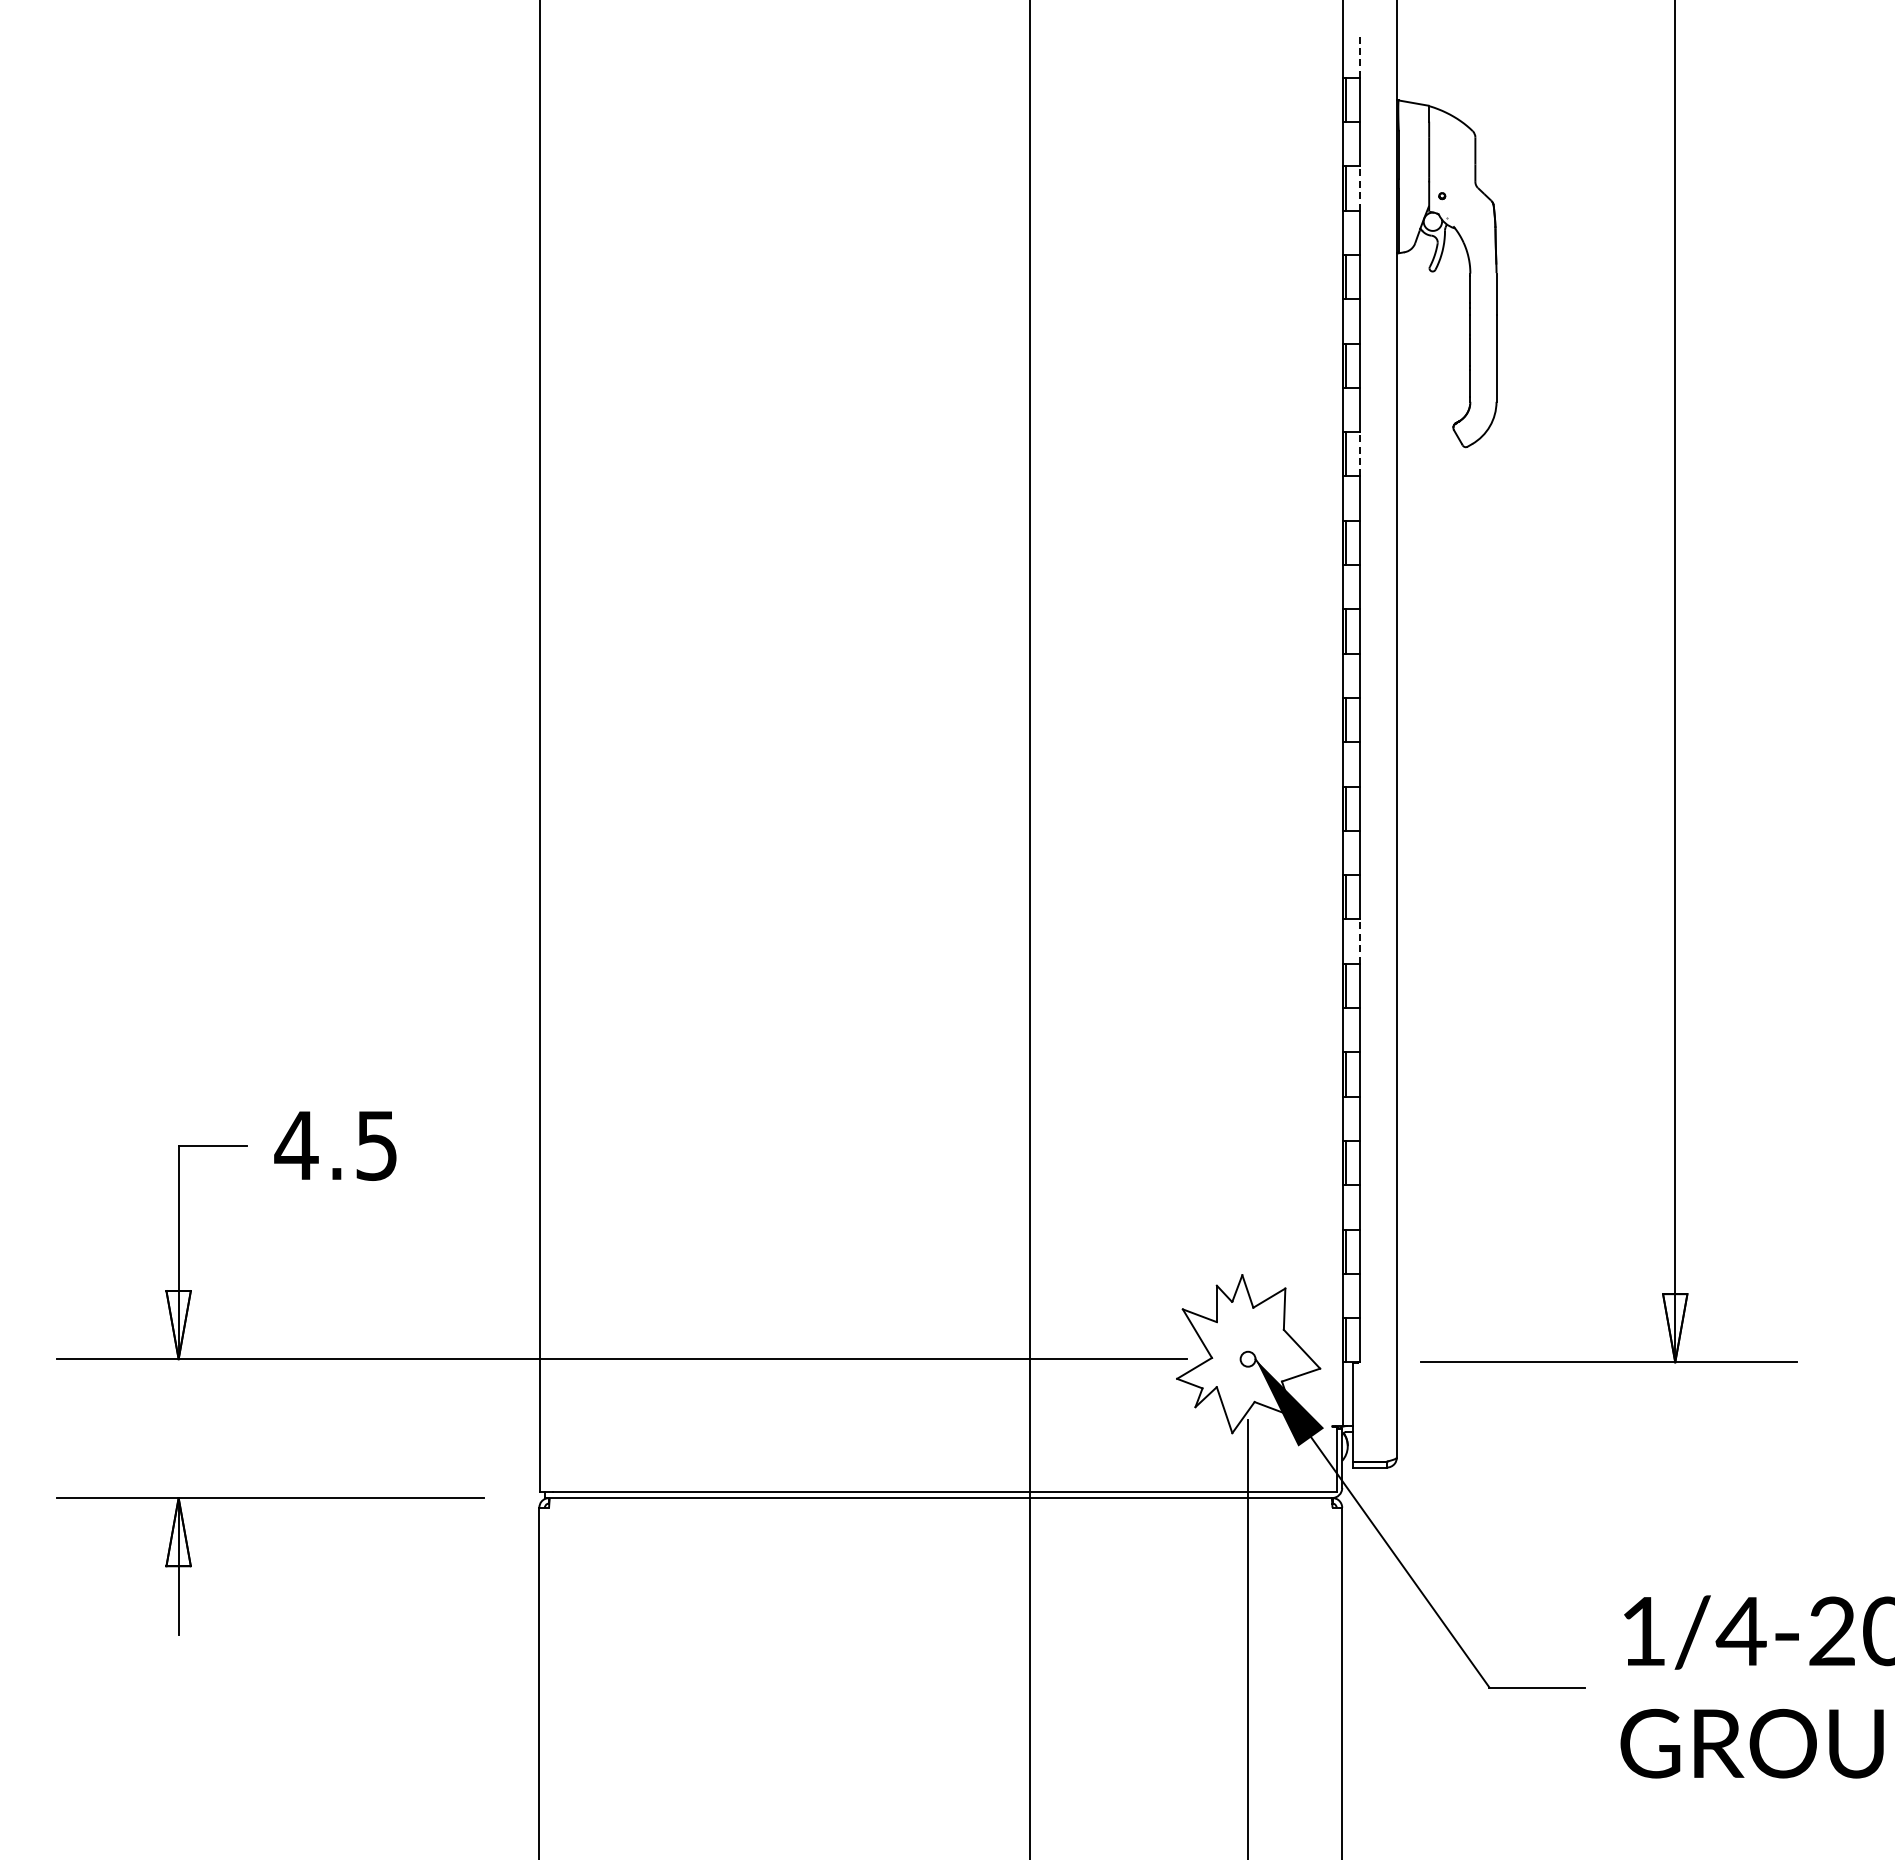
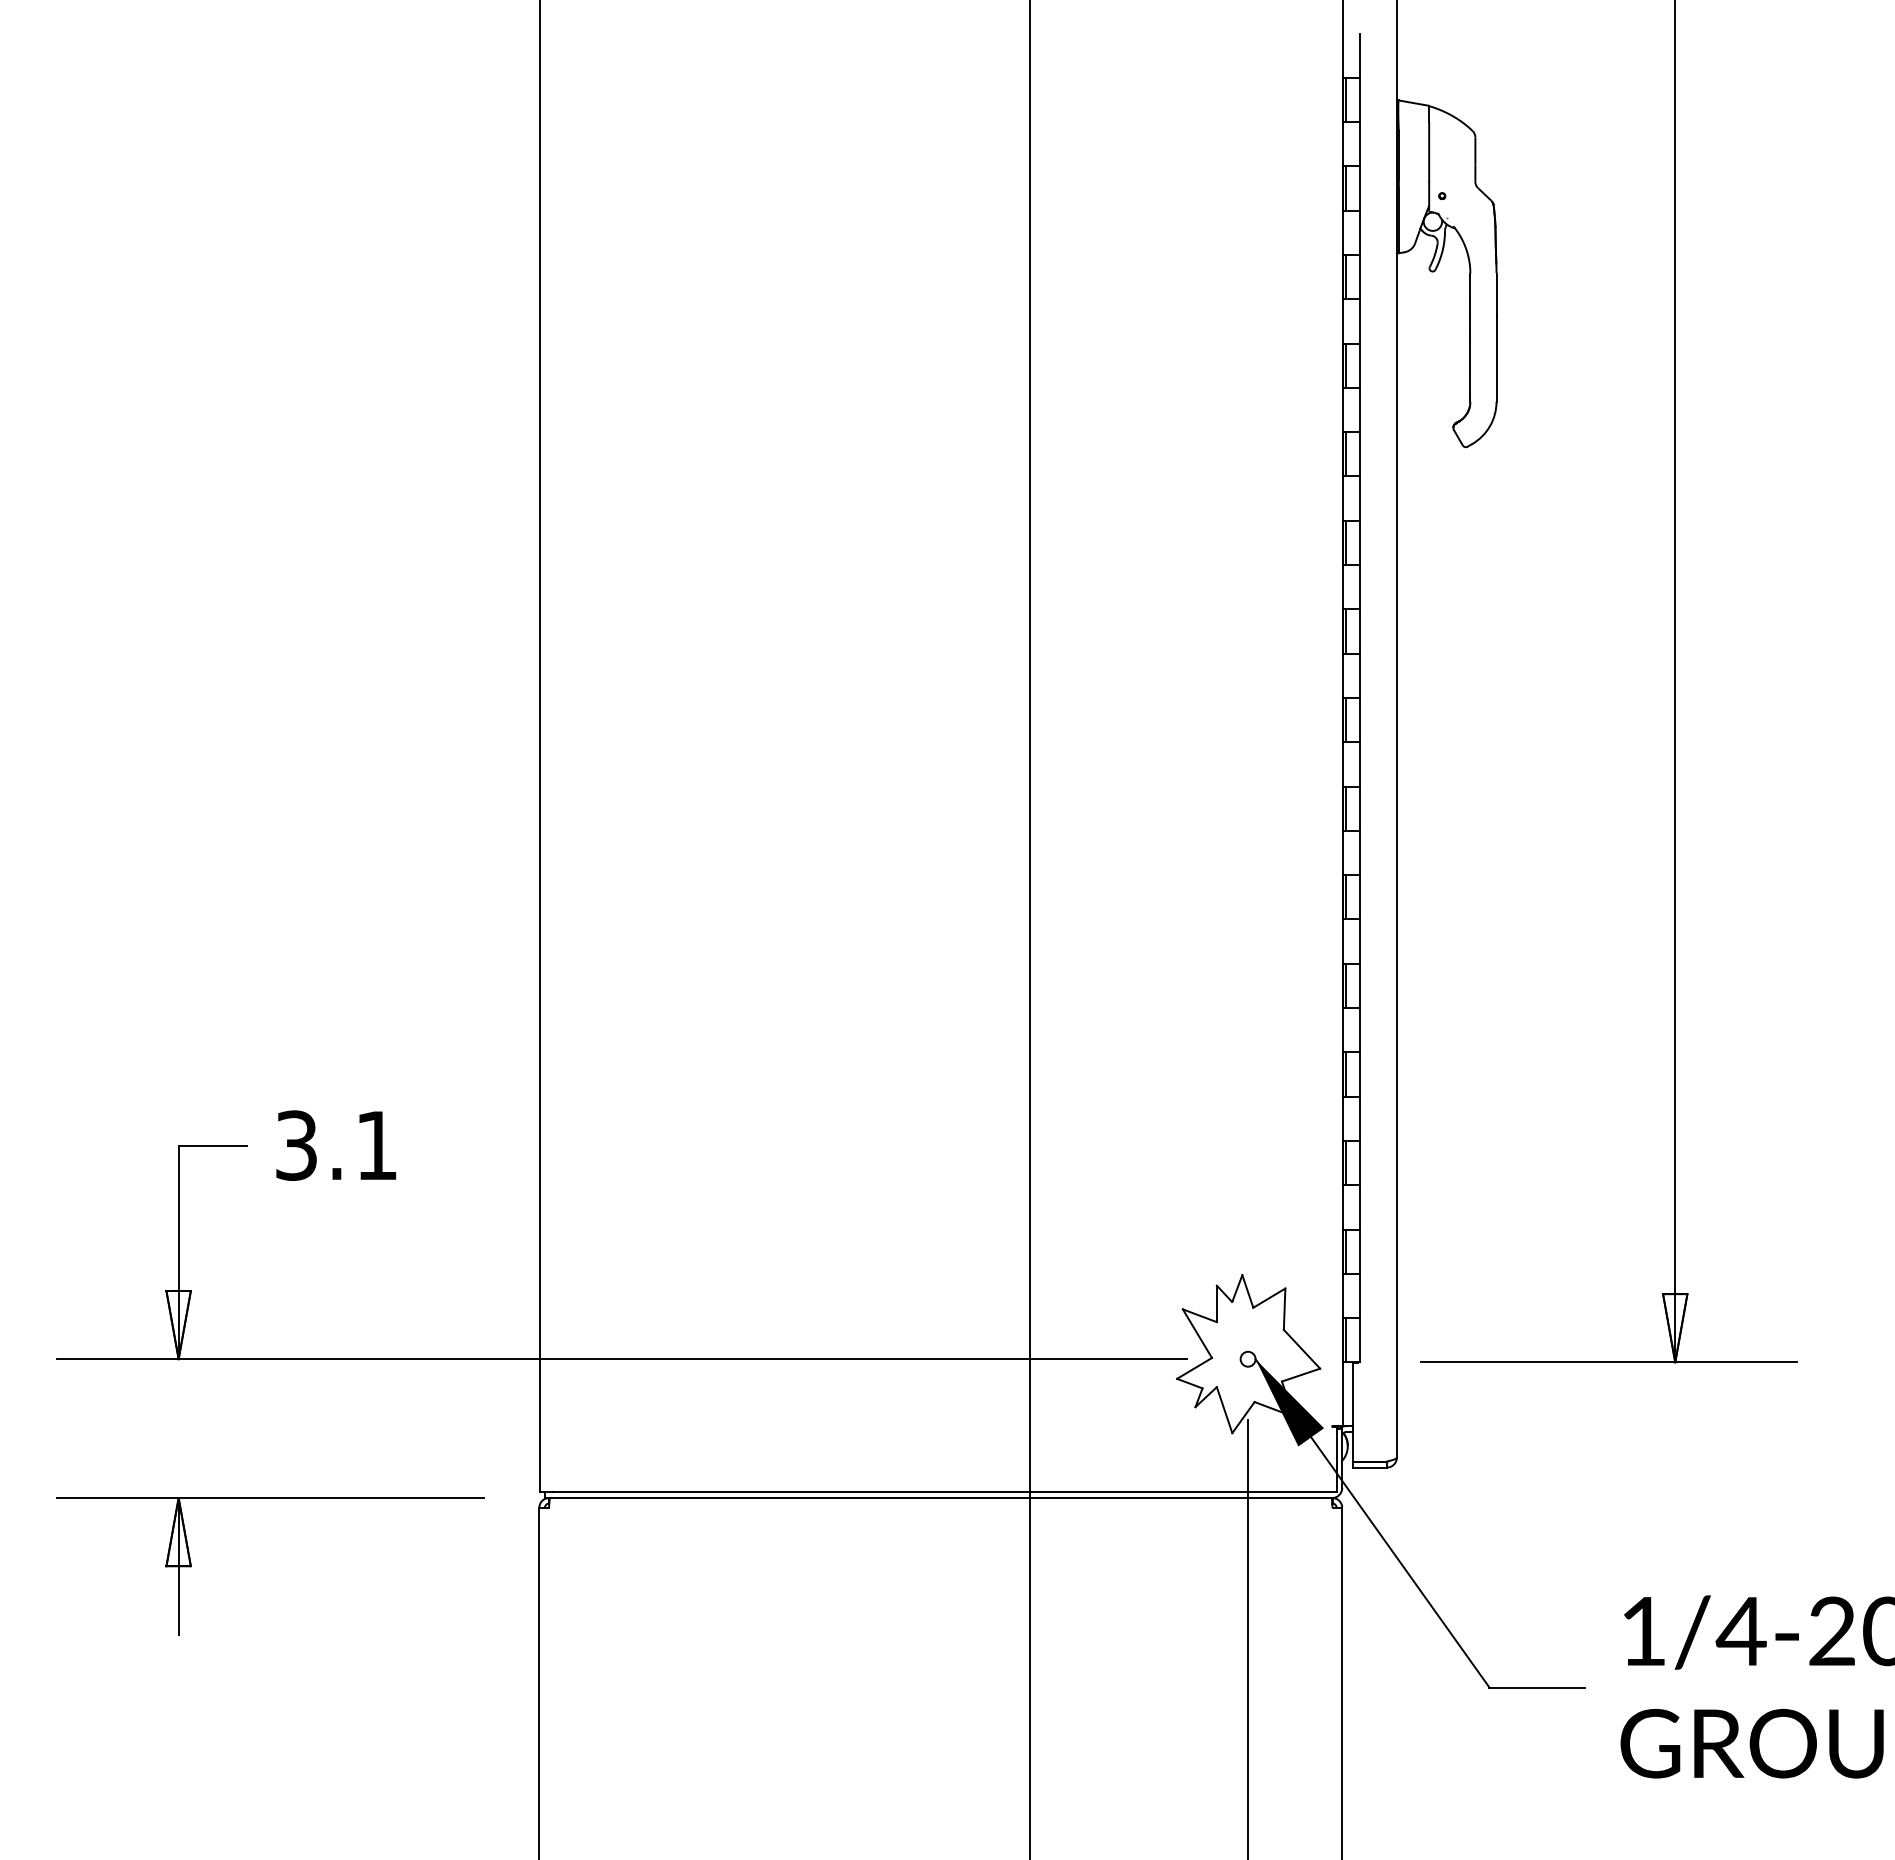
line at (1360, 55): dashed -> solid
line at (1360, 188): dashed -> solid
line at (1360, 453): dashed -> solid
line at (1360, 941): dashed -> solid
text at (335, 1145): 4.5 -> 3.1
